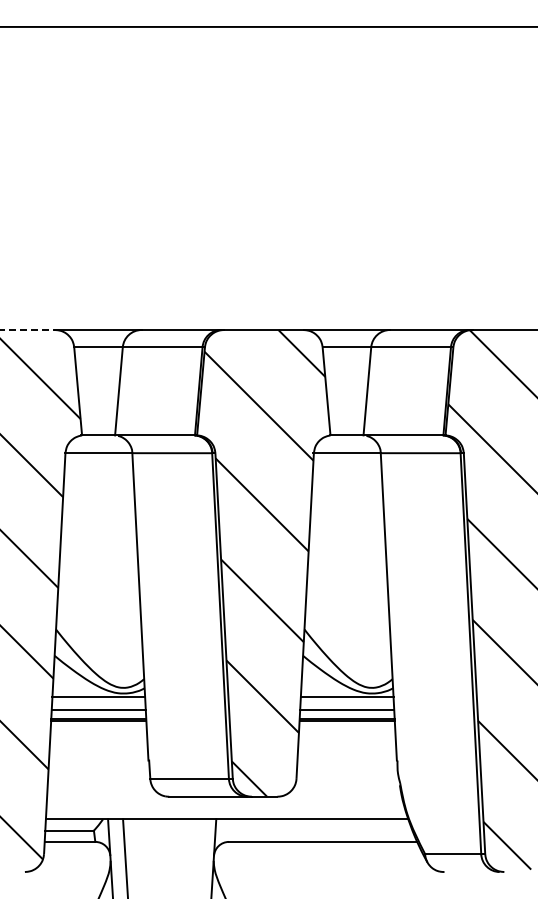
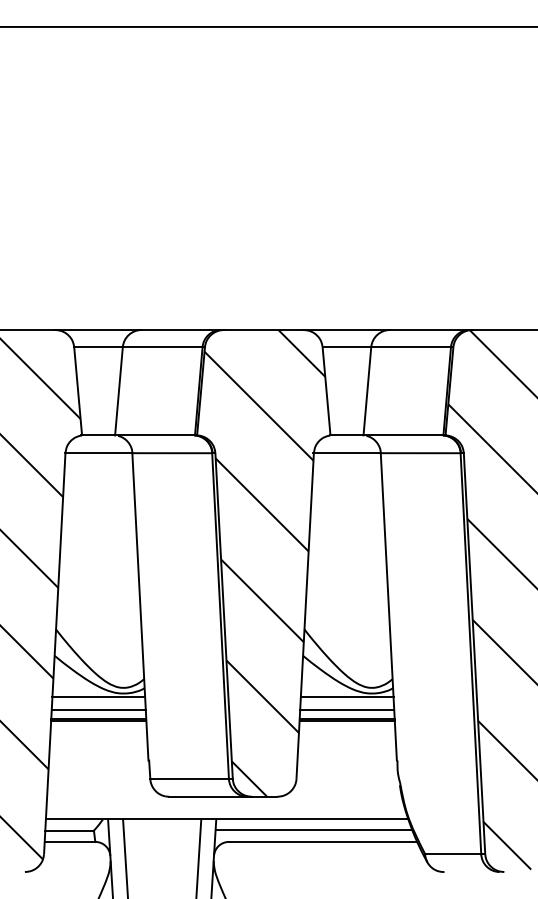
line at (28, 330): dashed -> solid
line at (313, 830): none -> present
line at (198, 857): none -> present
